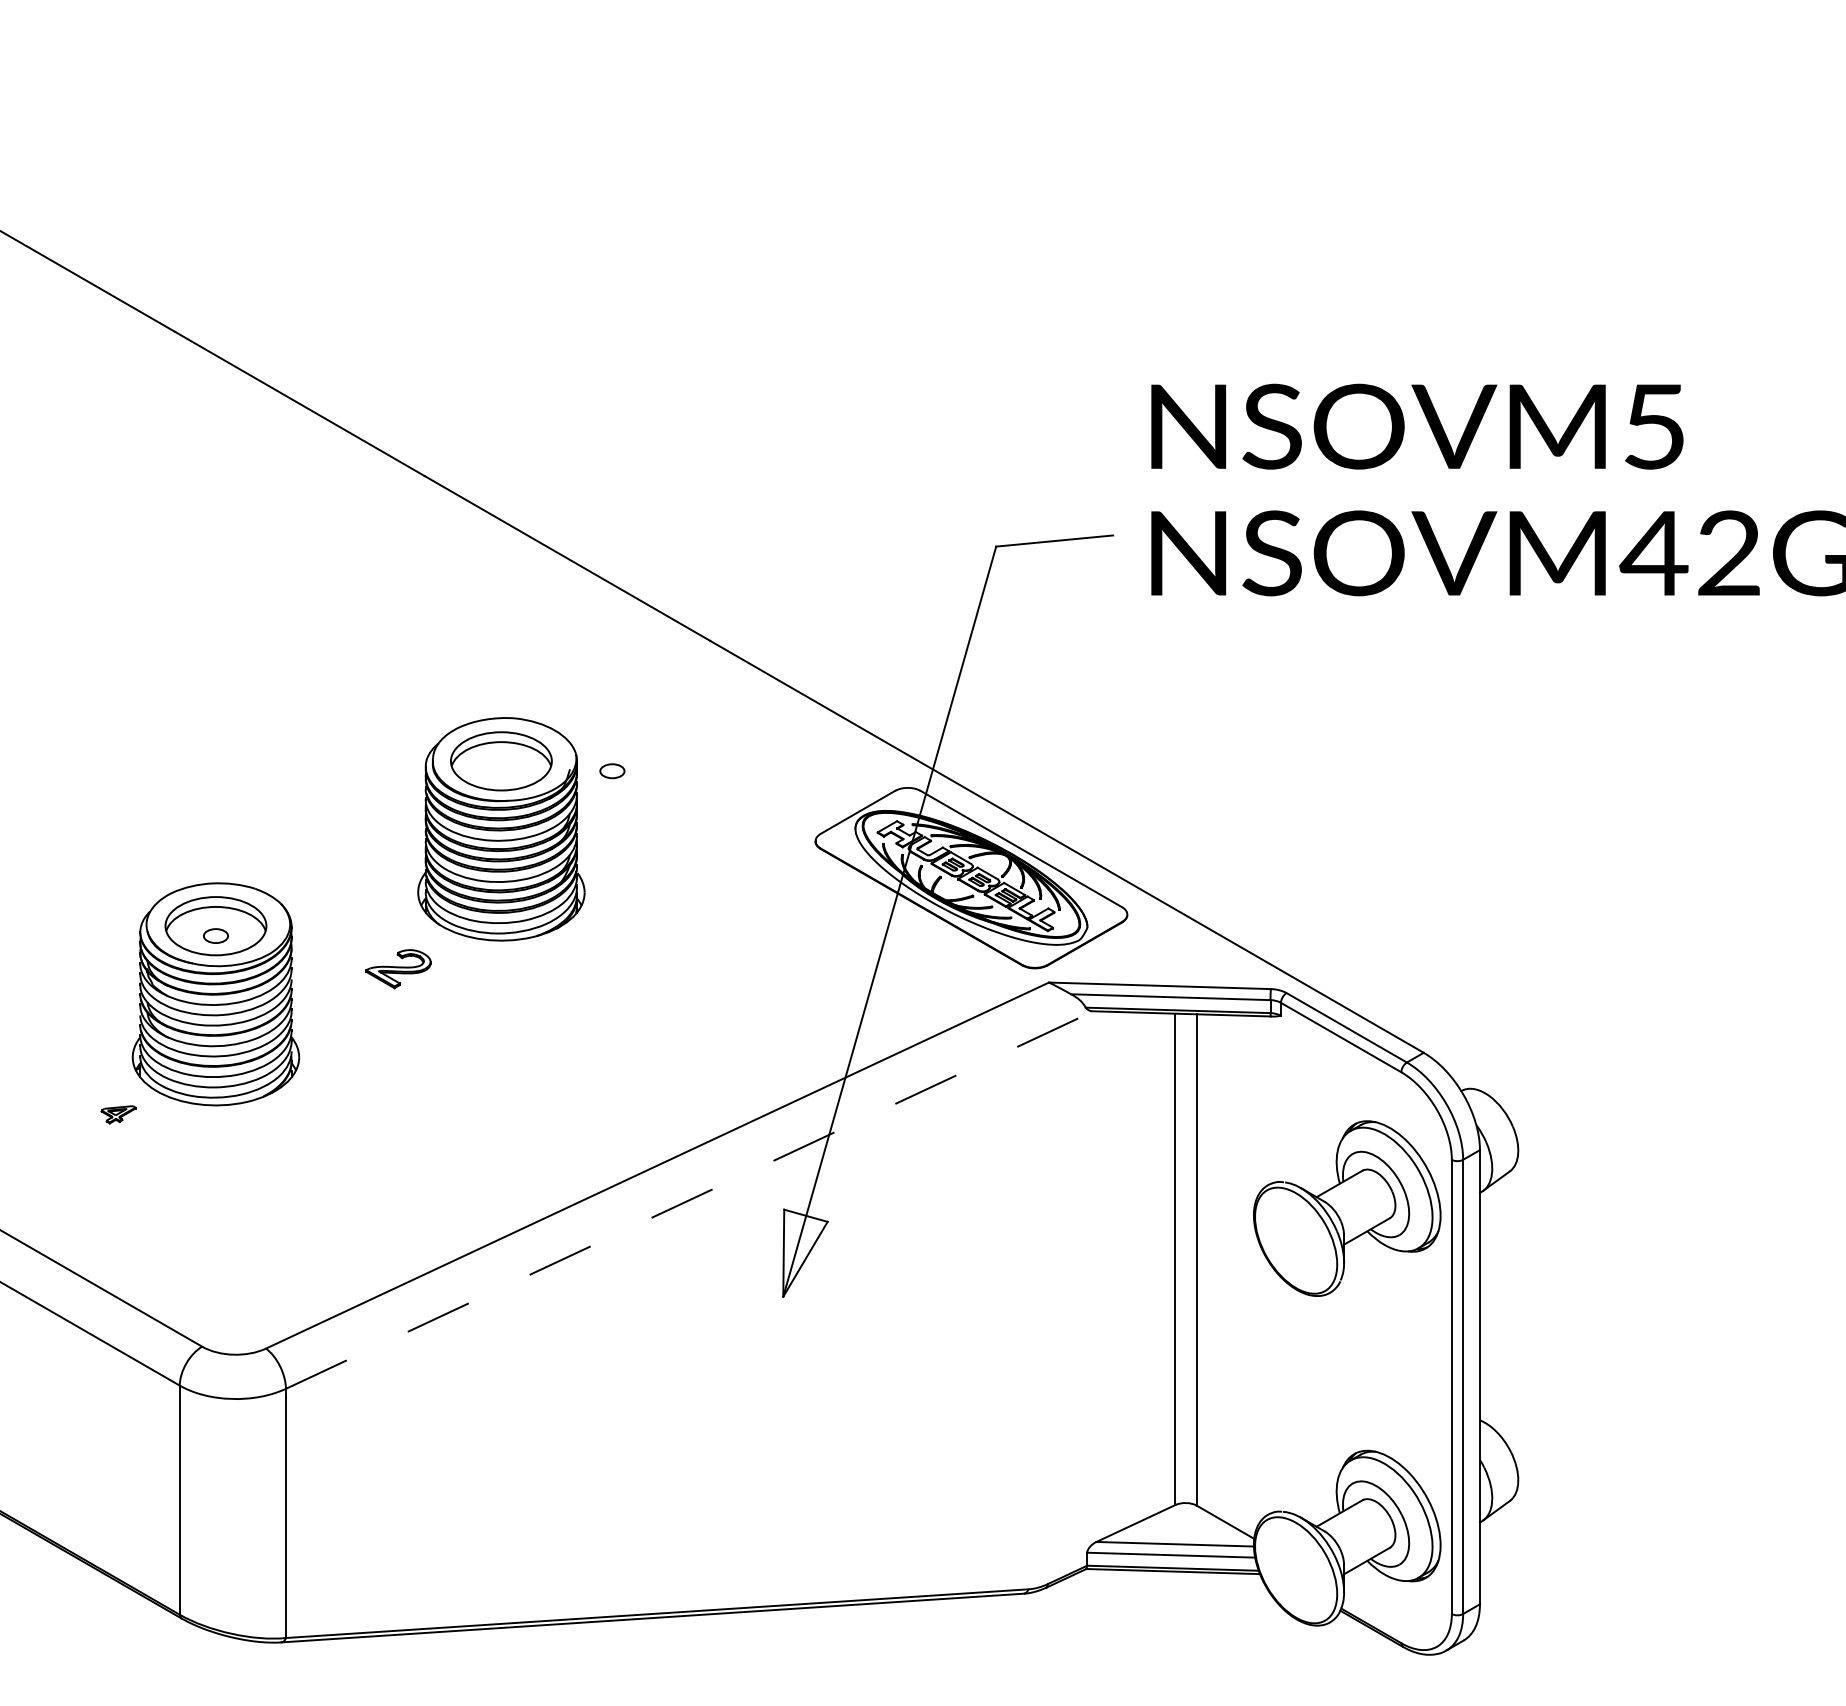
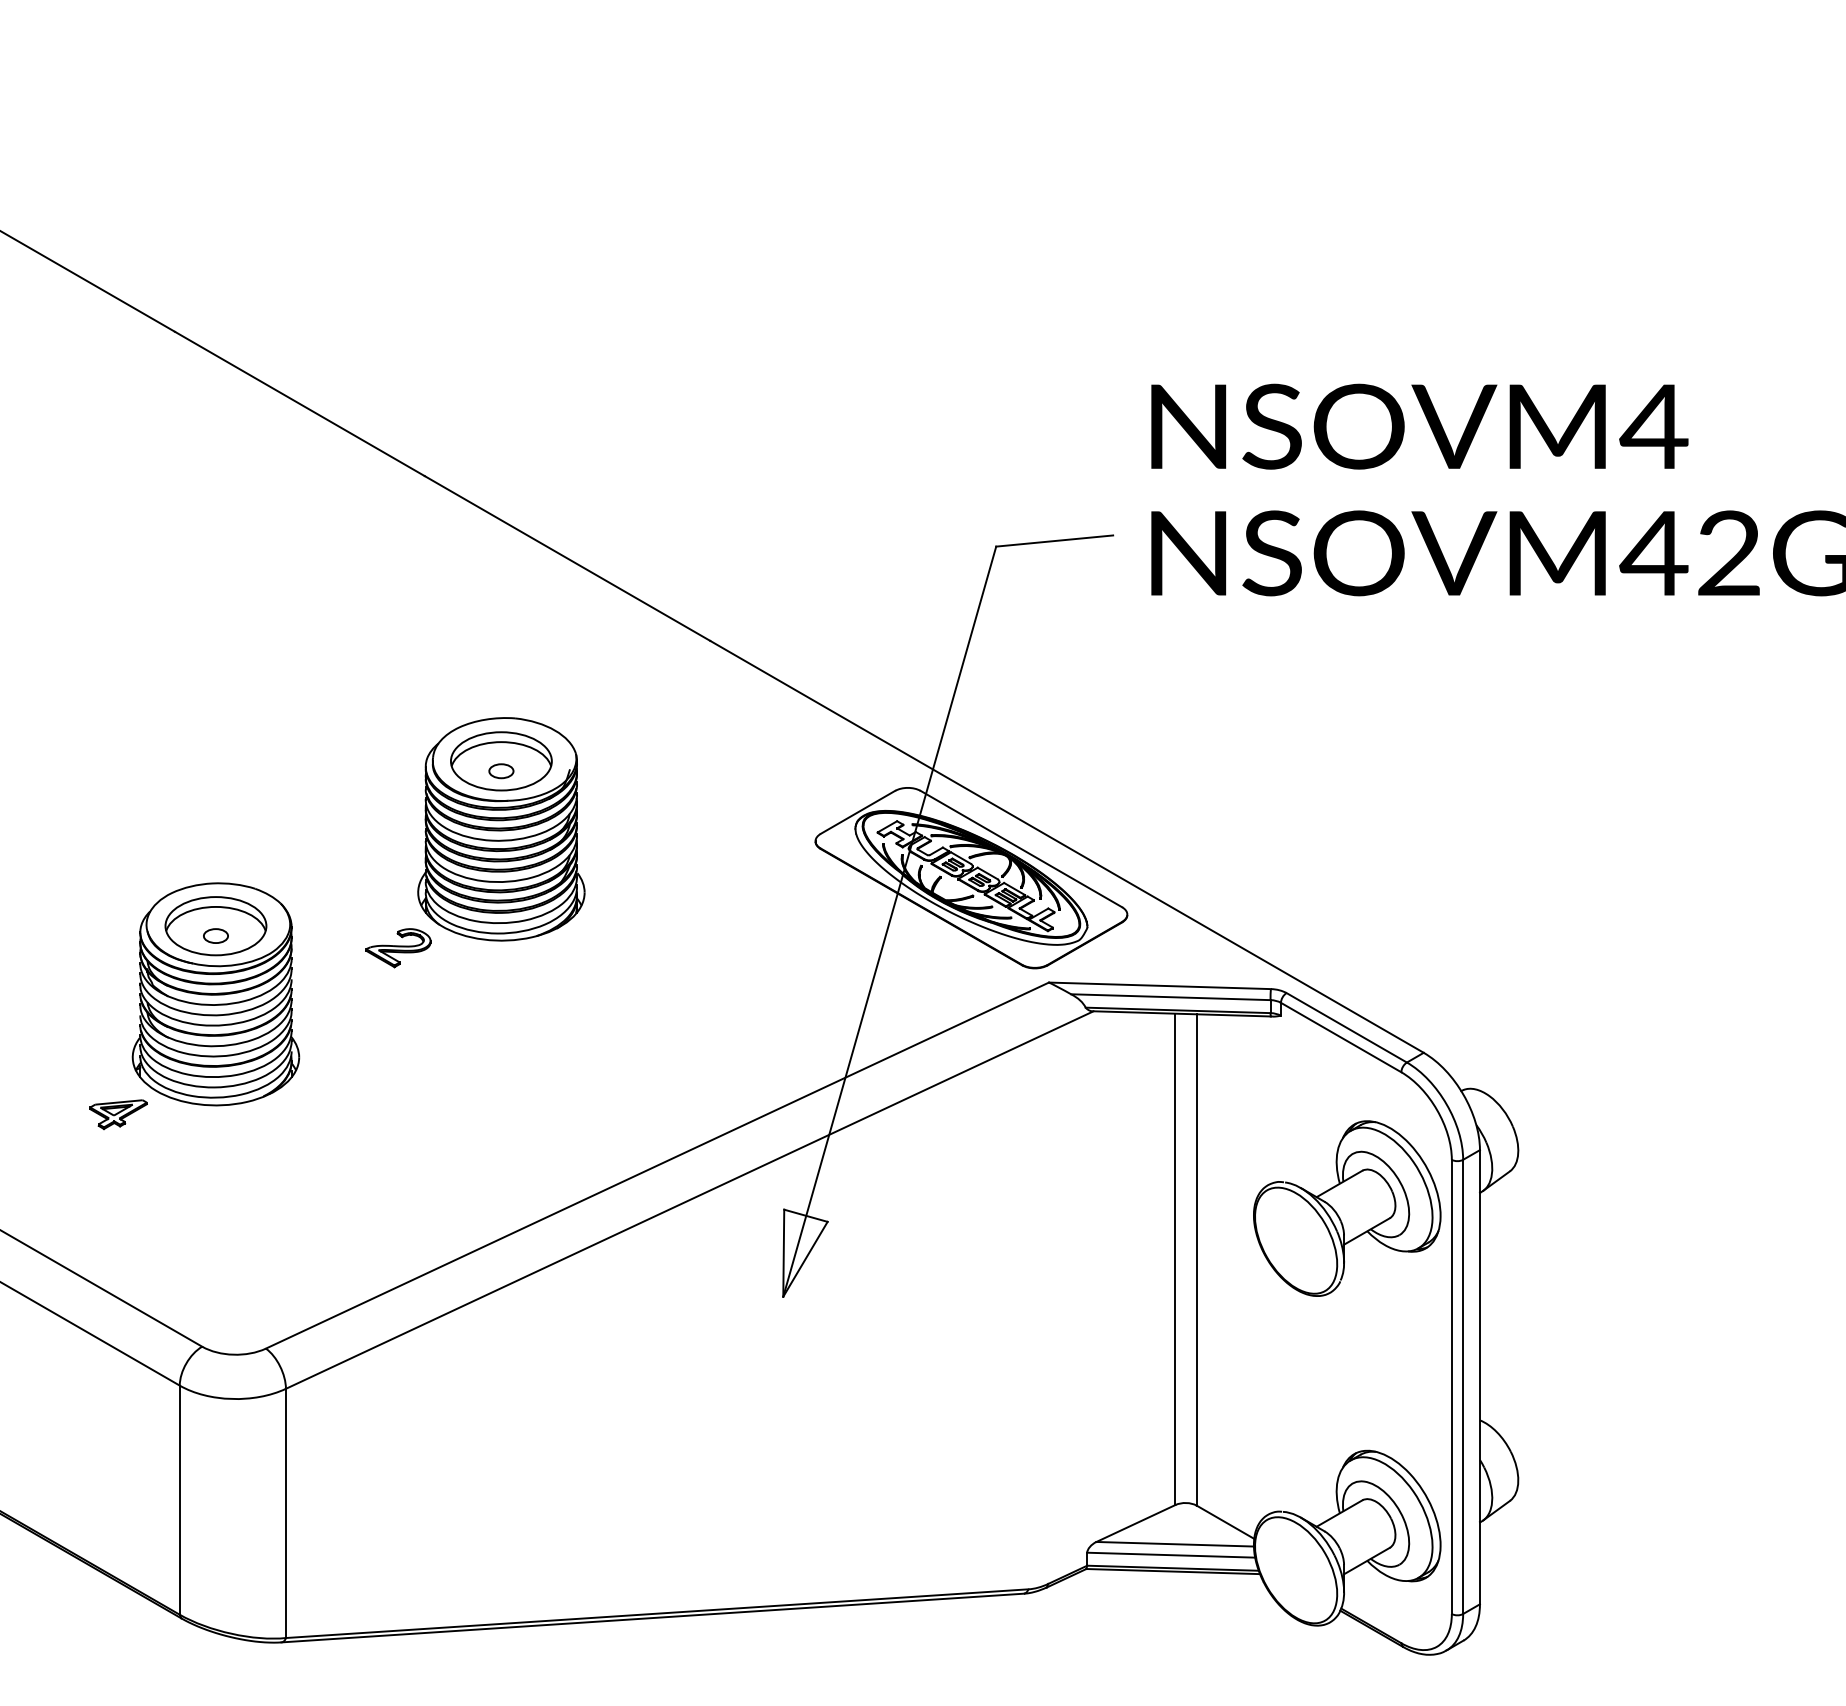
text at (1653, 426): NSOVM5 -> NSOVM4
part at (612, 771) position: (612, 771) -> (501, 771)
part at (398, 969) position: (398, 969) -> (398, 948)
part at (118, 1114) size: 37x20 px -> 59x32 px
line at (689, 1200): dashed -> solid
